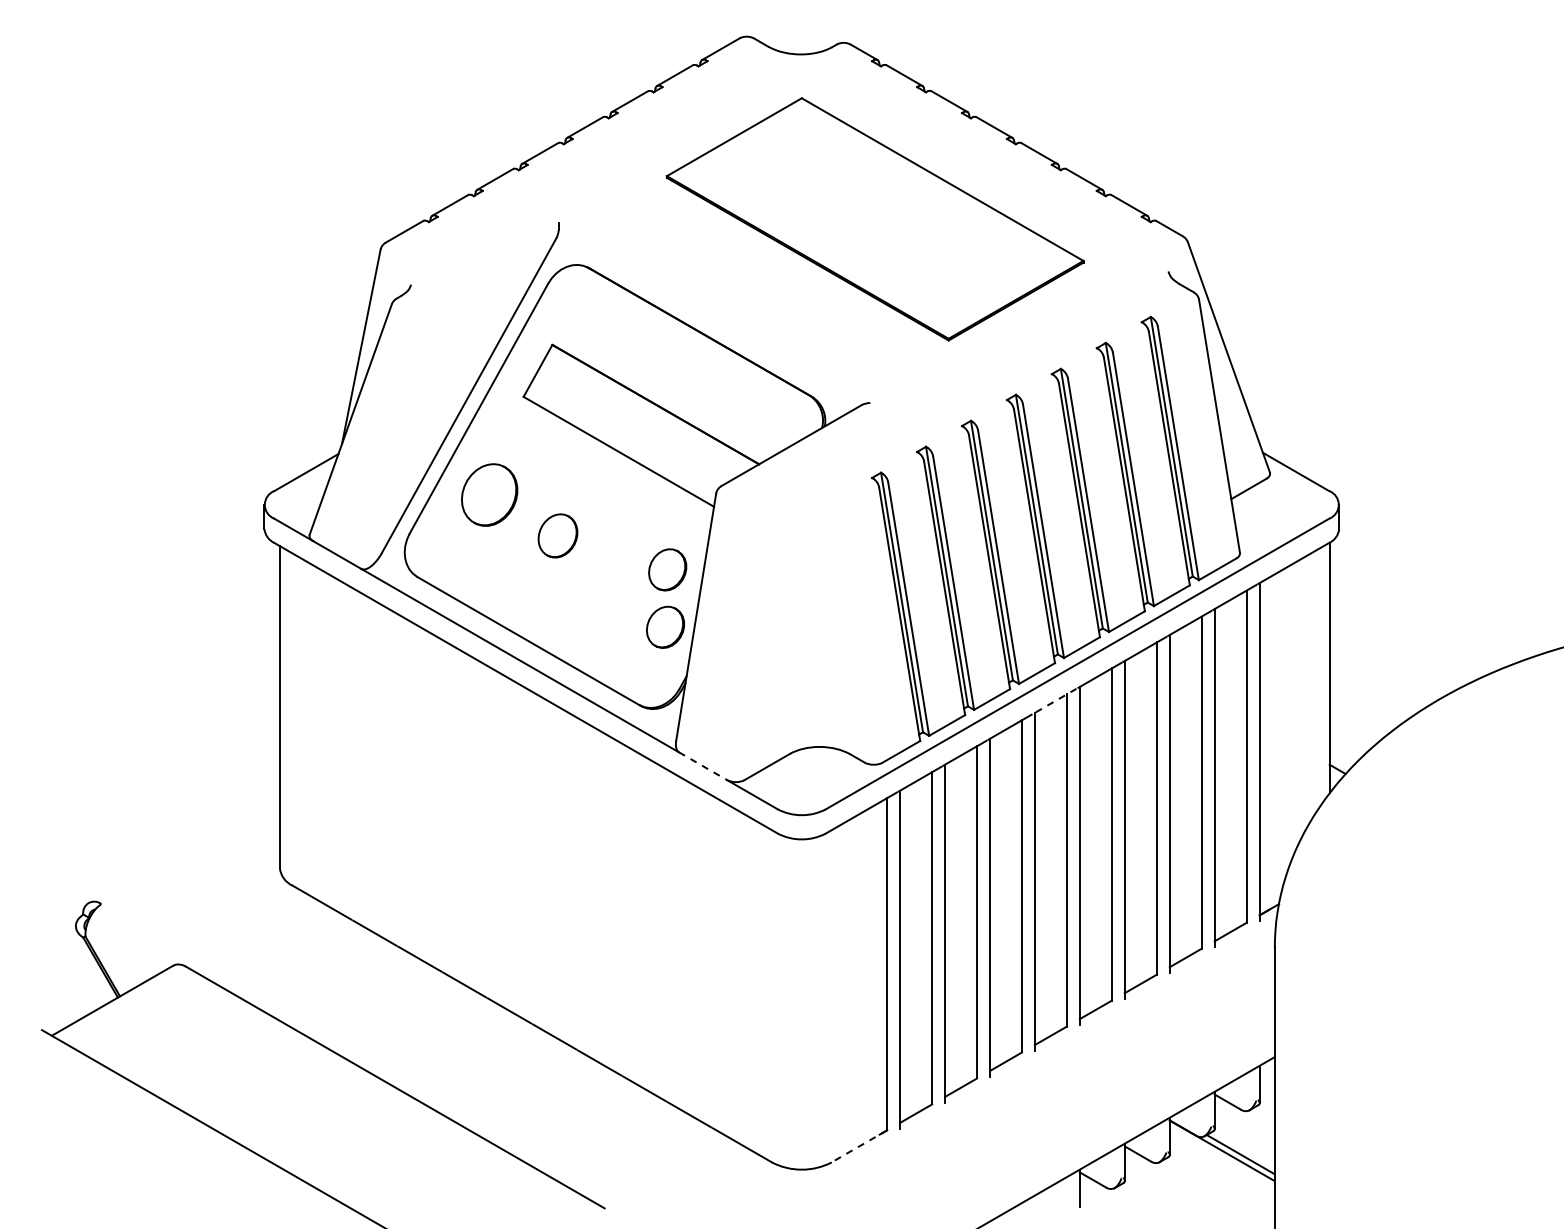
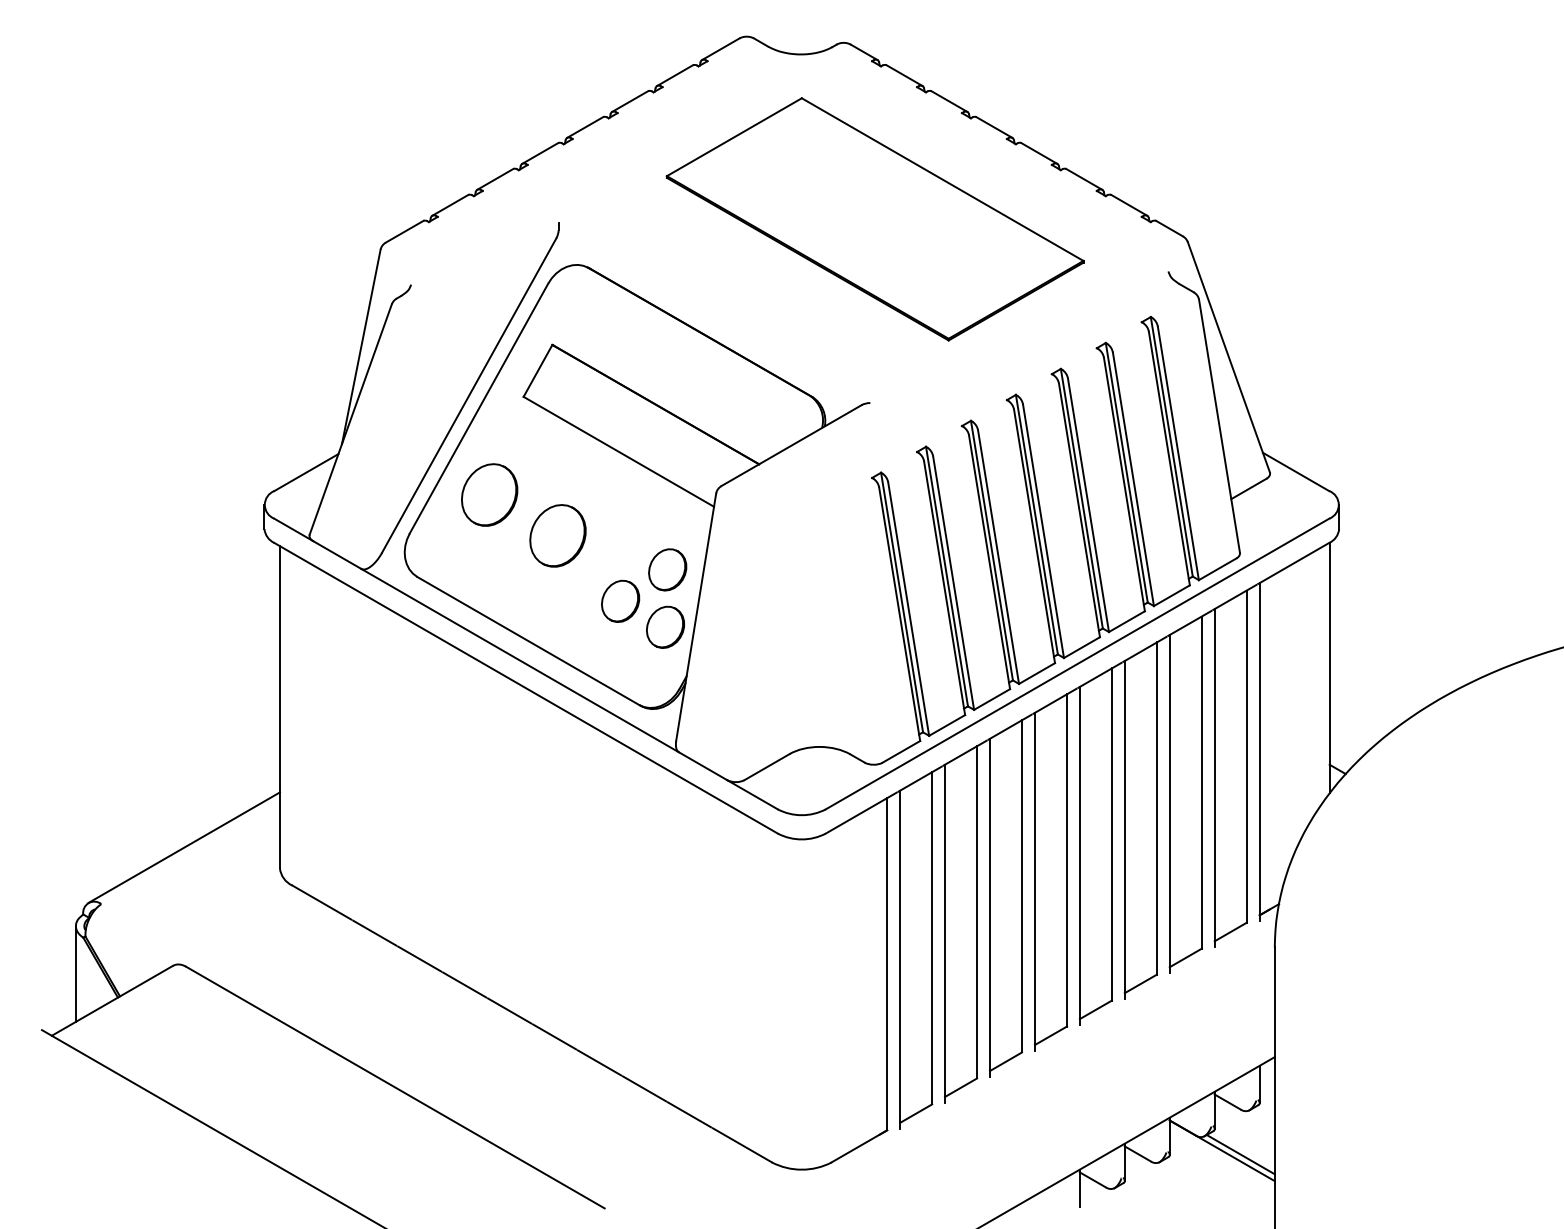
part at (557, 535) size: 42x46 px -> 58x64 px
part at (620, 600): none -> present
line at (1055, 701): dashed -> solid
line at (703, 766): dashed -> solid
line at (183, 847): none -> present
line at (75, 973): none -> present
line at (859, 1146): dashed -> solid
